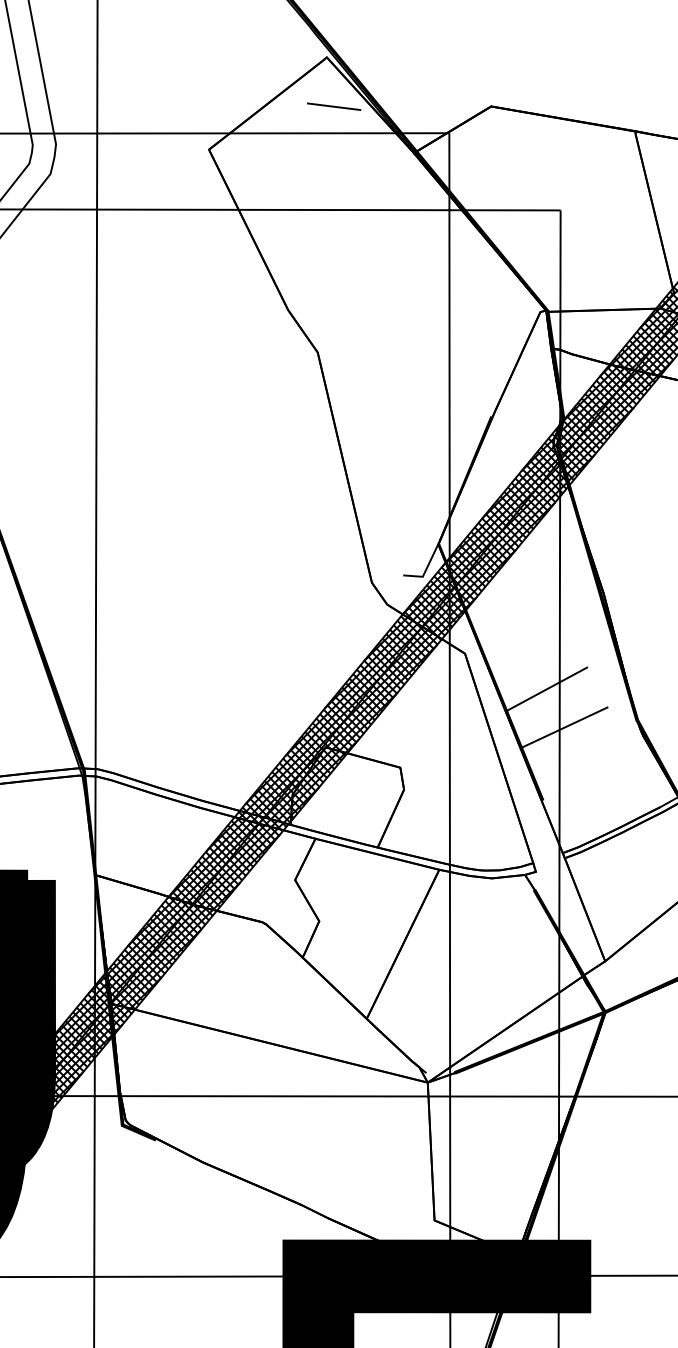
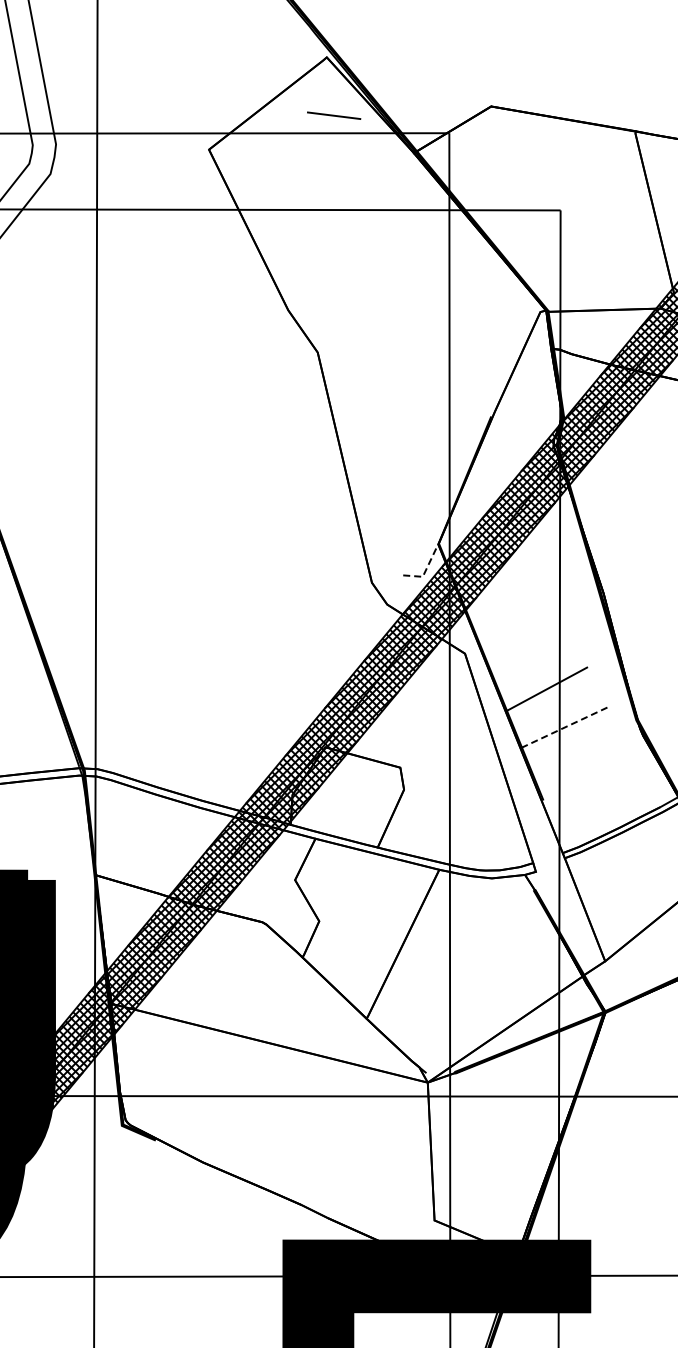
line at (334, 106) position: (334, 106) -> (334, 115)
line at (426, 568): solid -> dashed
line at (564, 727): solid -> dashed
